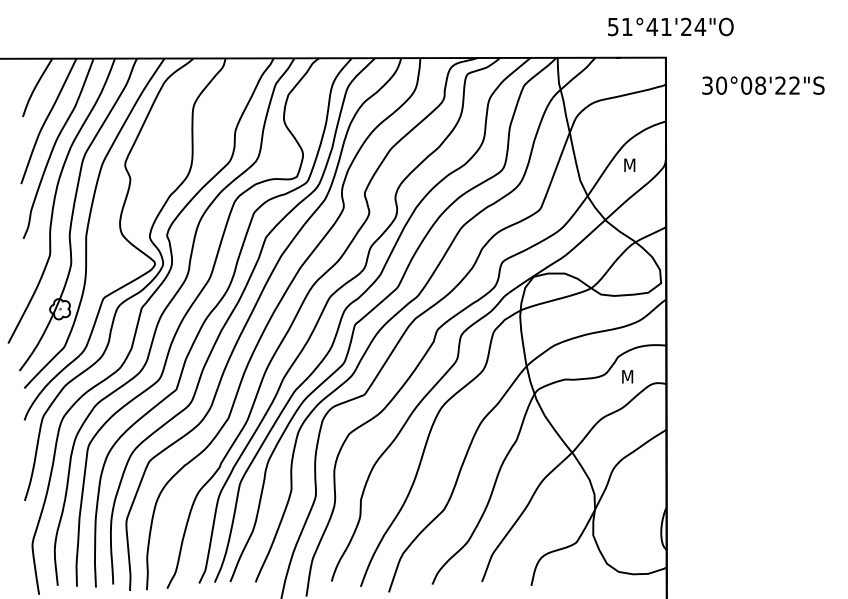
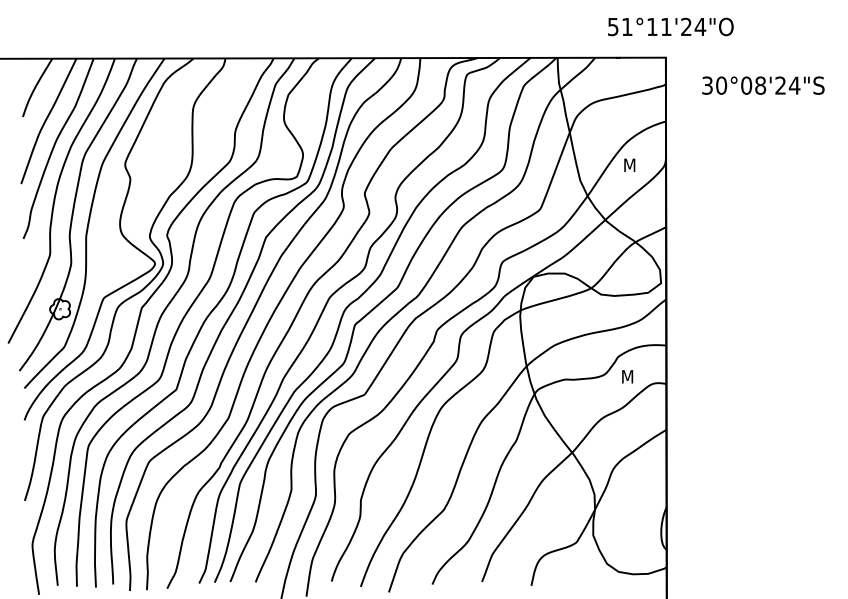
text at (652, 26): 51°41'24"O -> 51°11'24"O
text at (794, 85): 30°08'22"S -> 30°08'24"S
